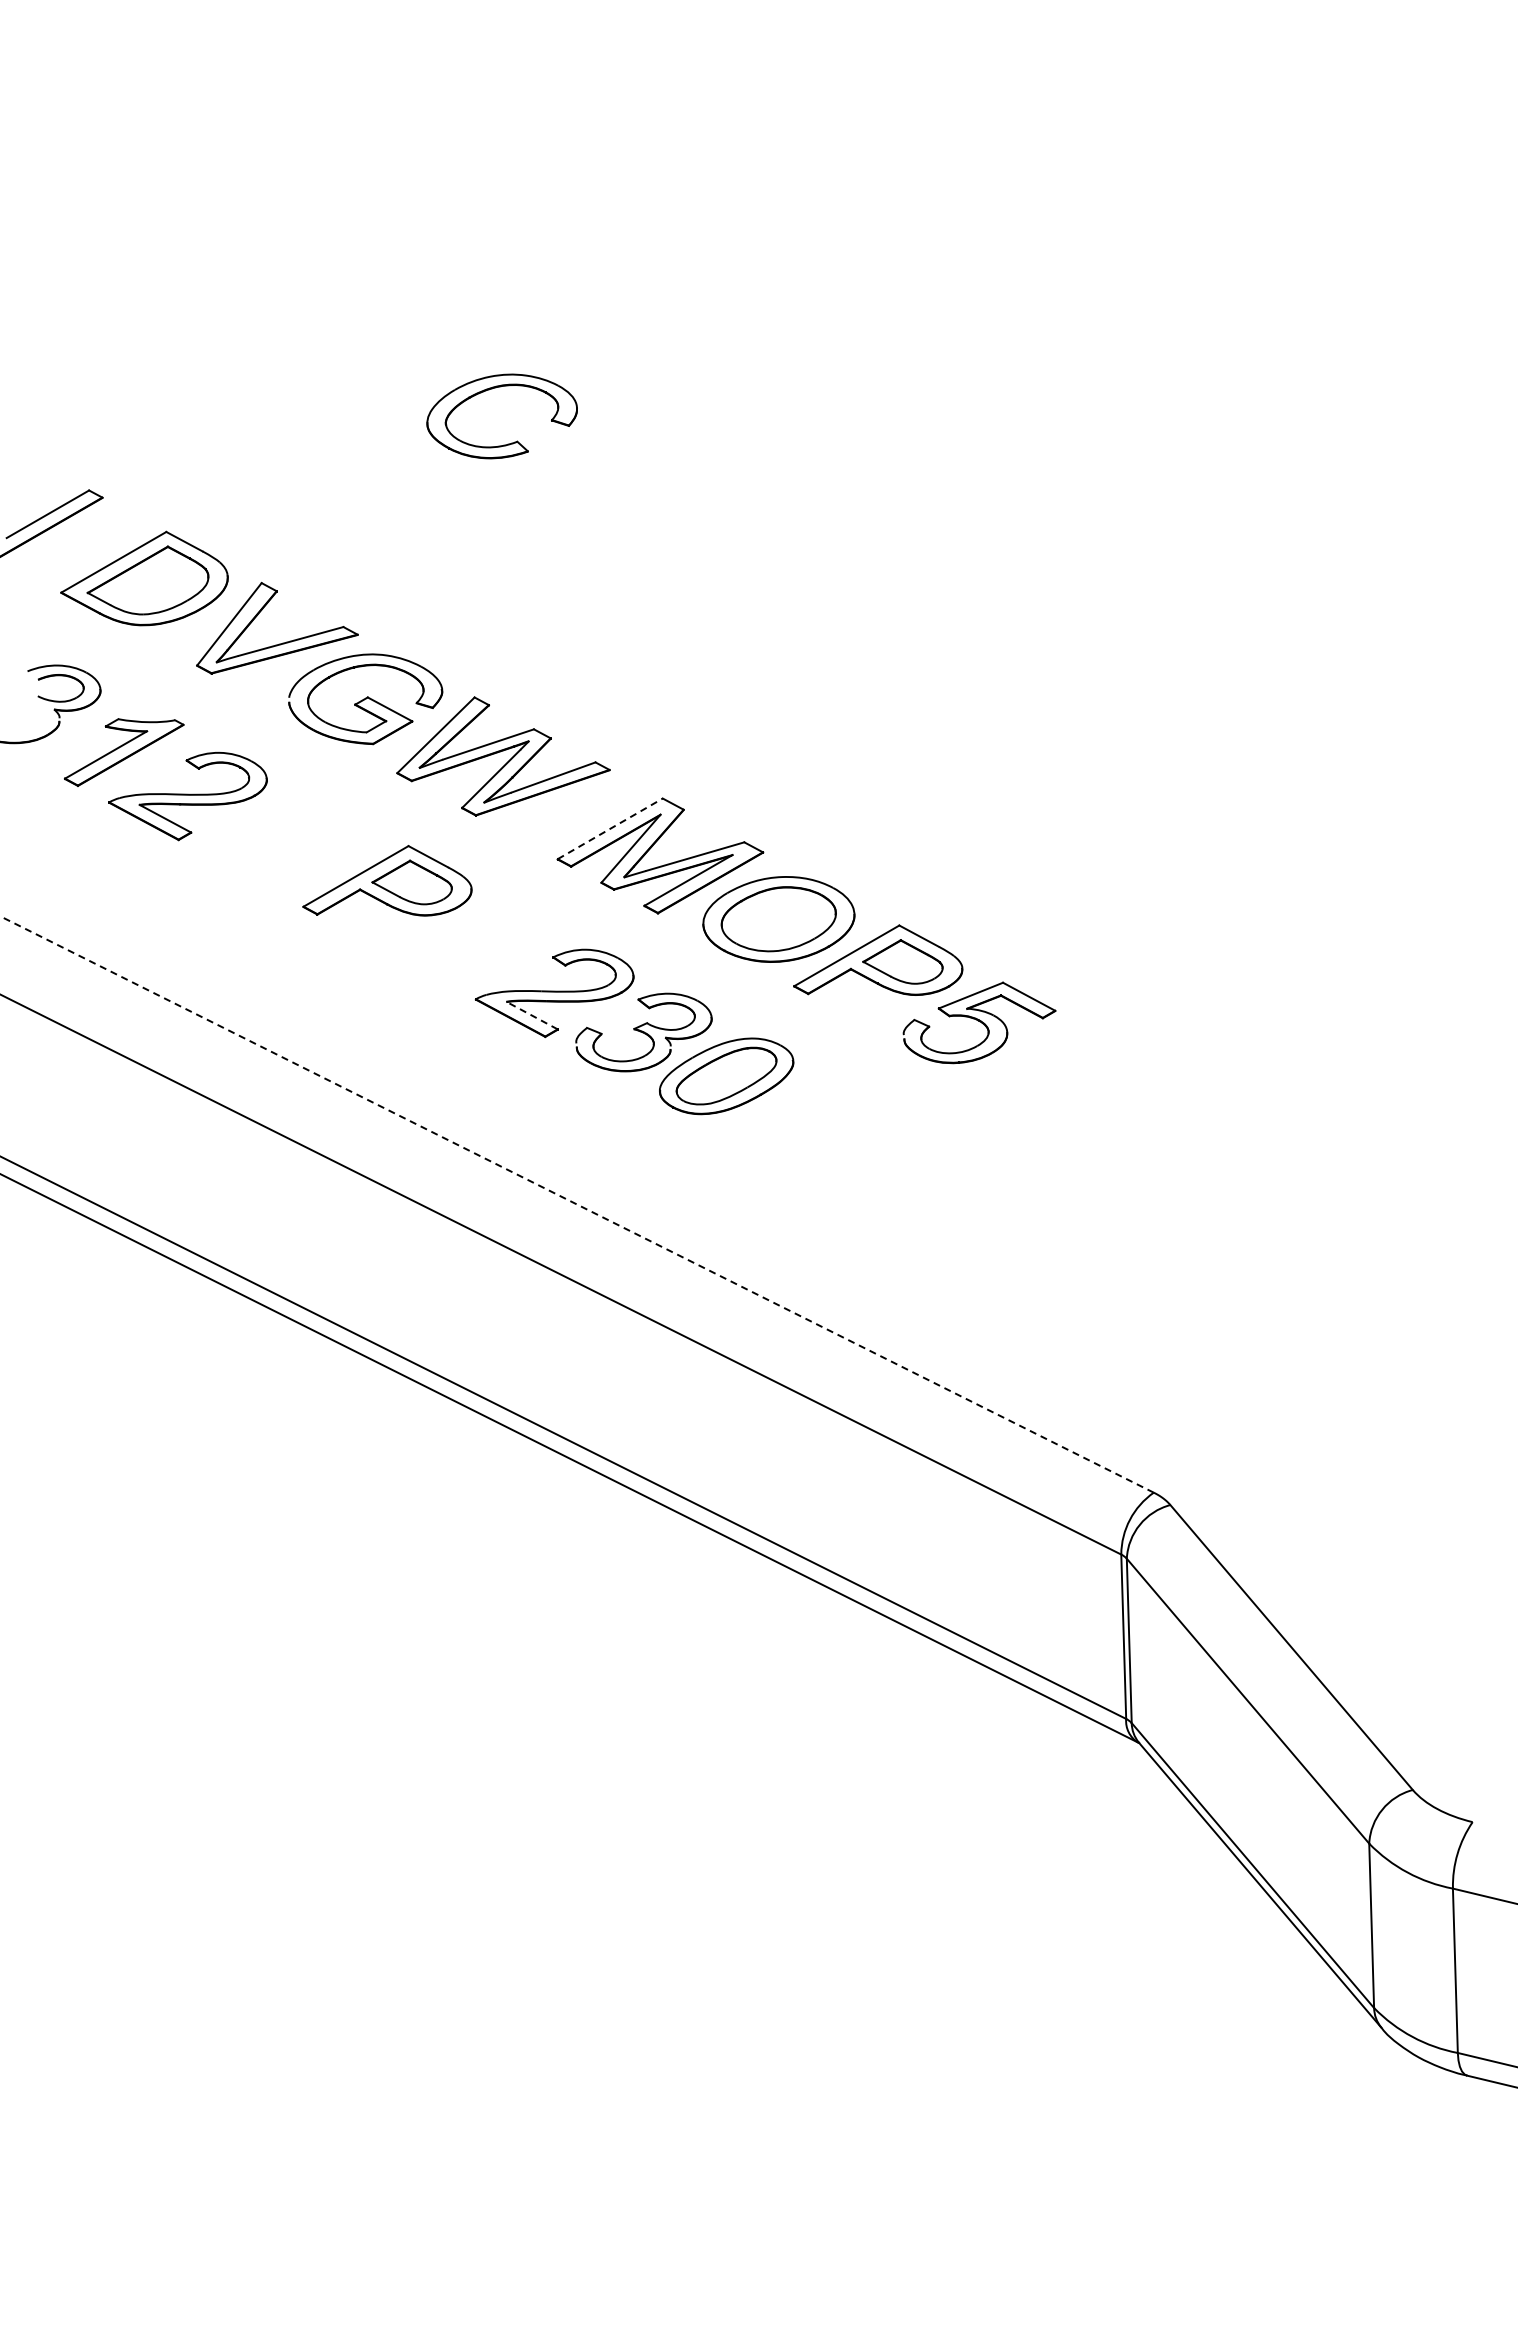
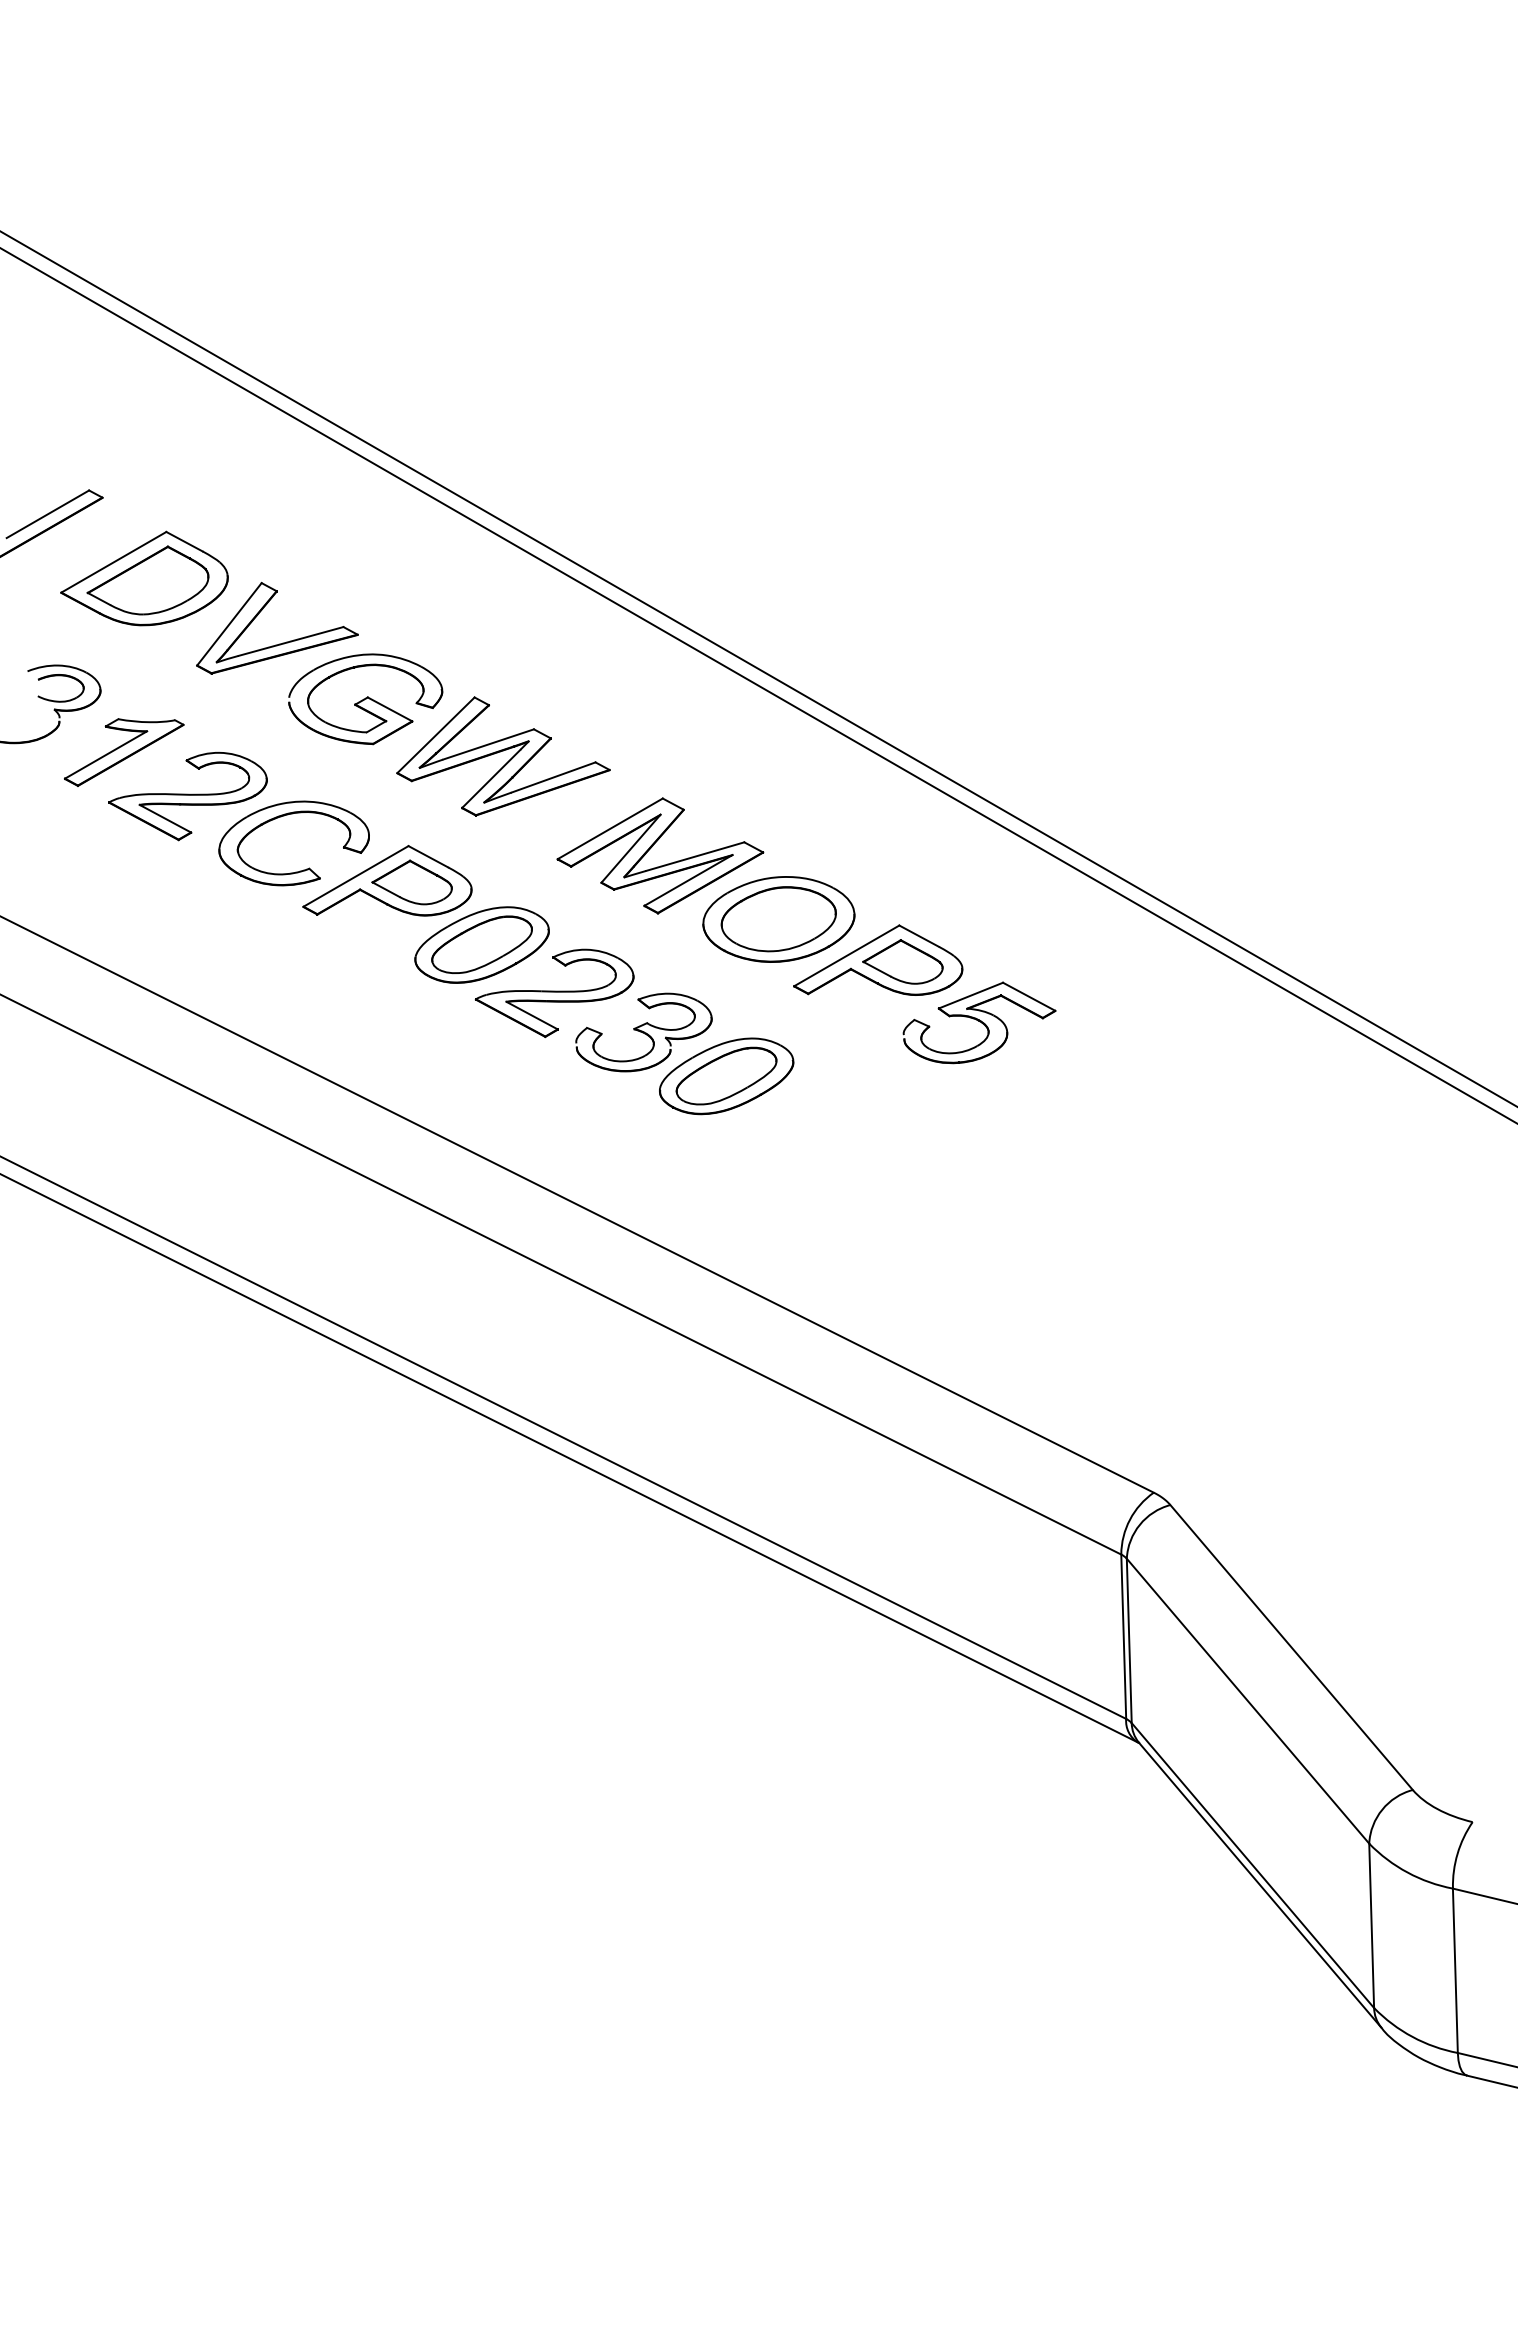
part at (511, 442) position: (511, 442) -> (303, 869)
line at (758, 668): none -> present
line at (758, 685): none -> present
line at (610, 828): dashed -> solid
part at (481, 944): none -> present
line at (531, 1015): dashed -> solid
line at (576, 1204): dashed -> solid
